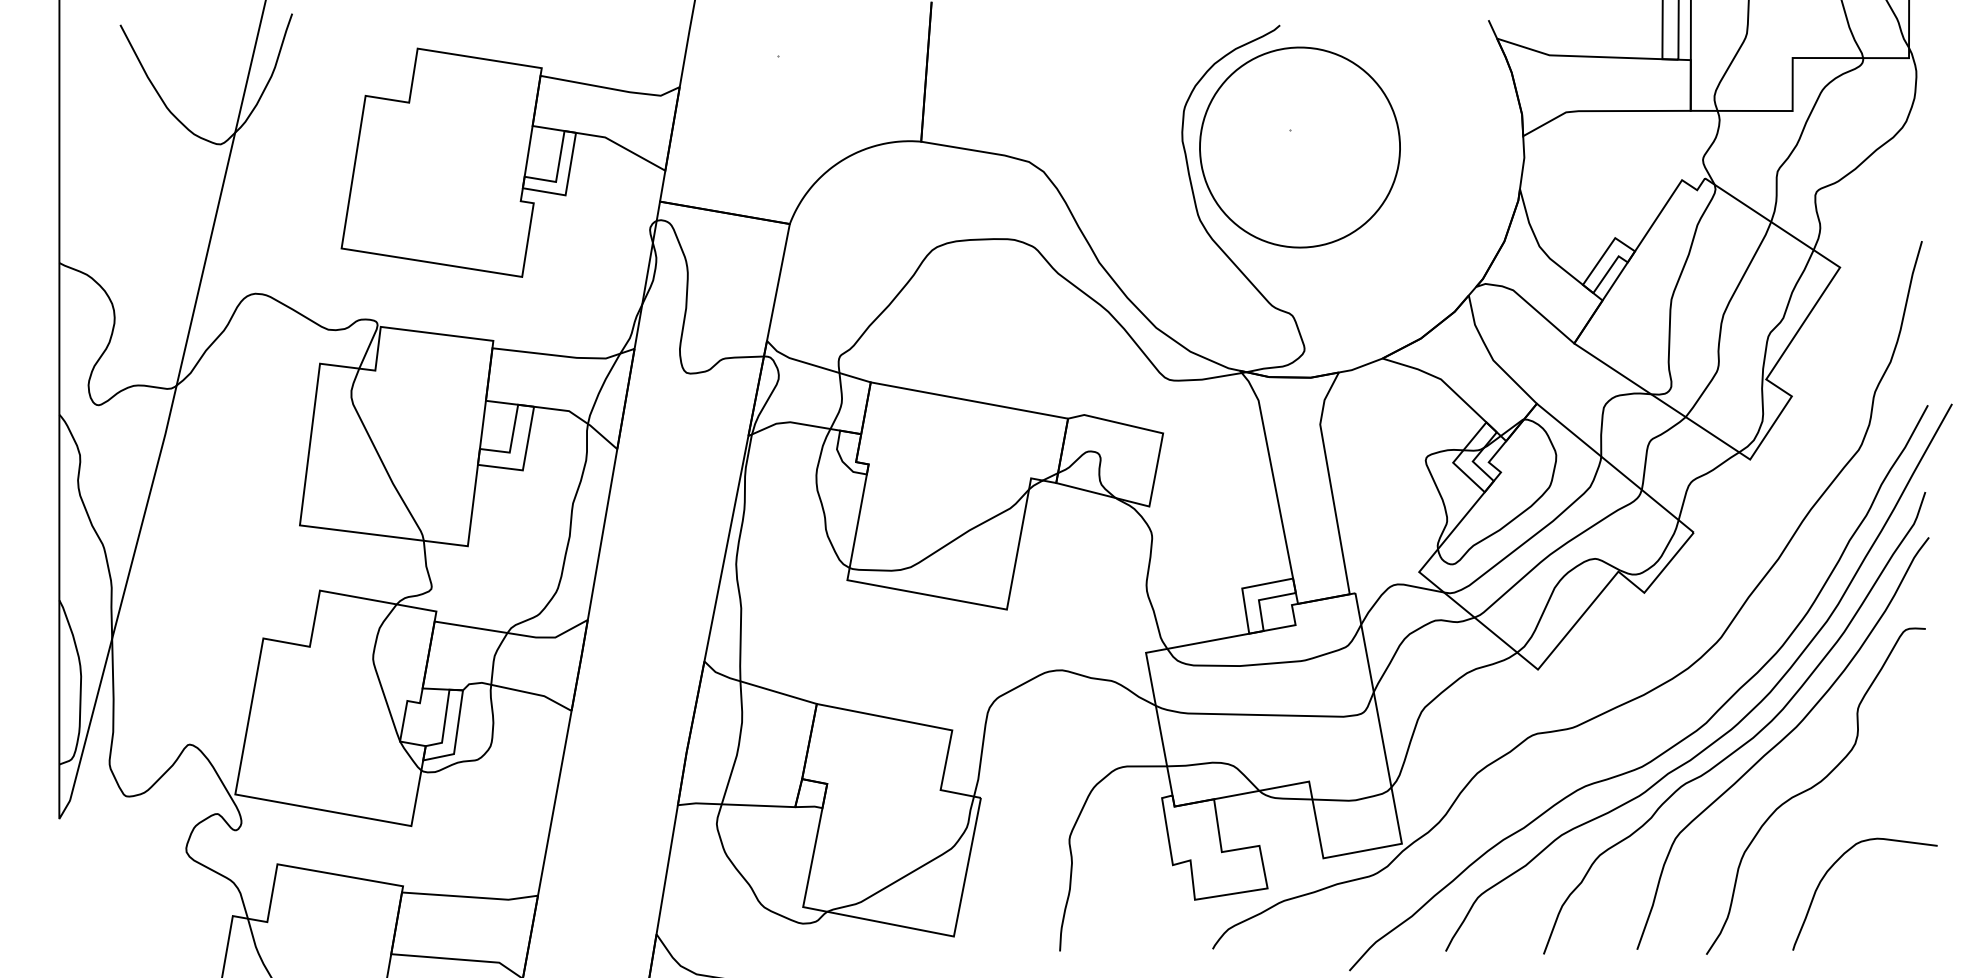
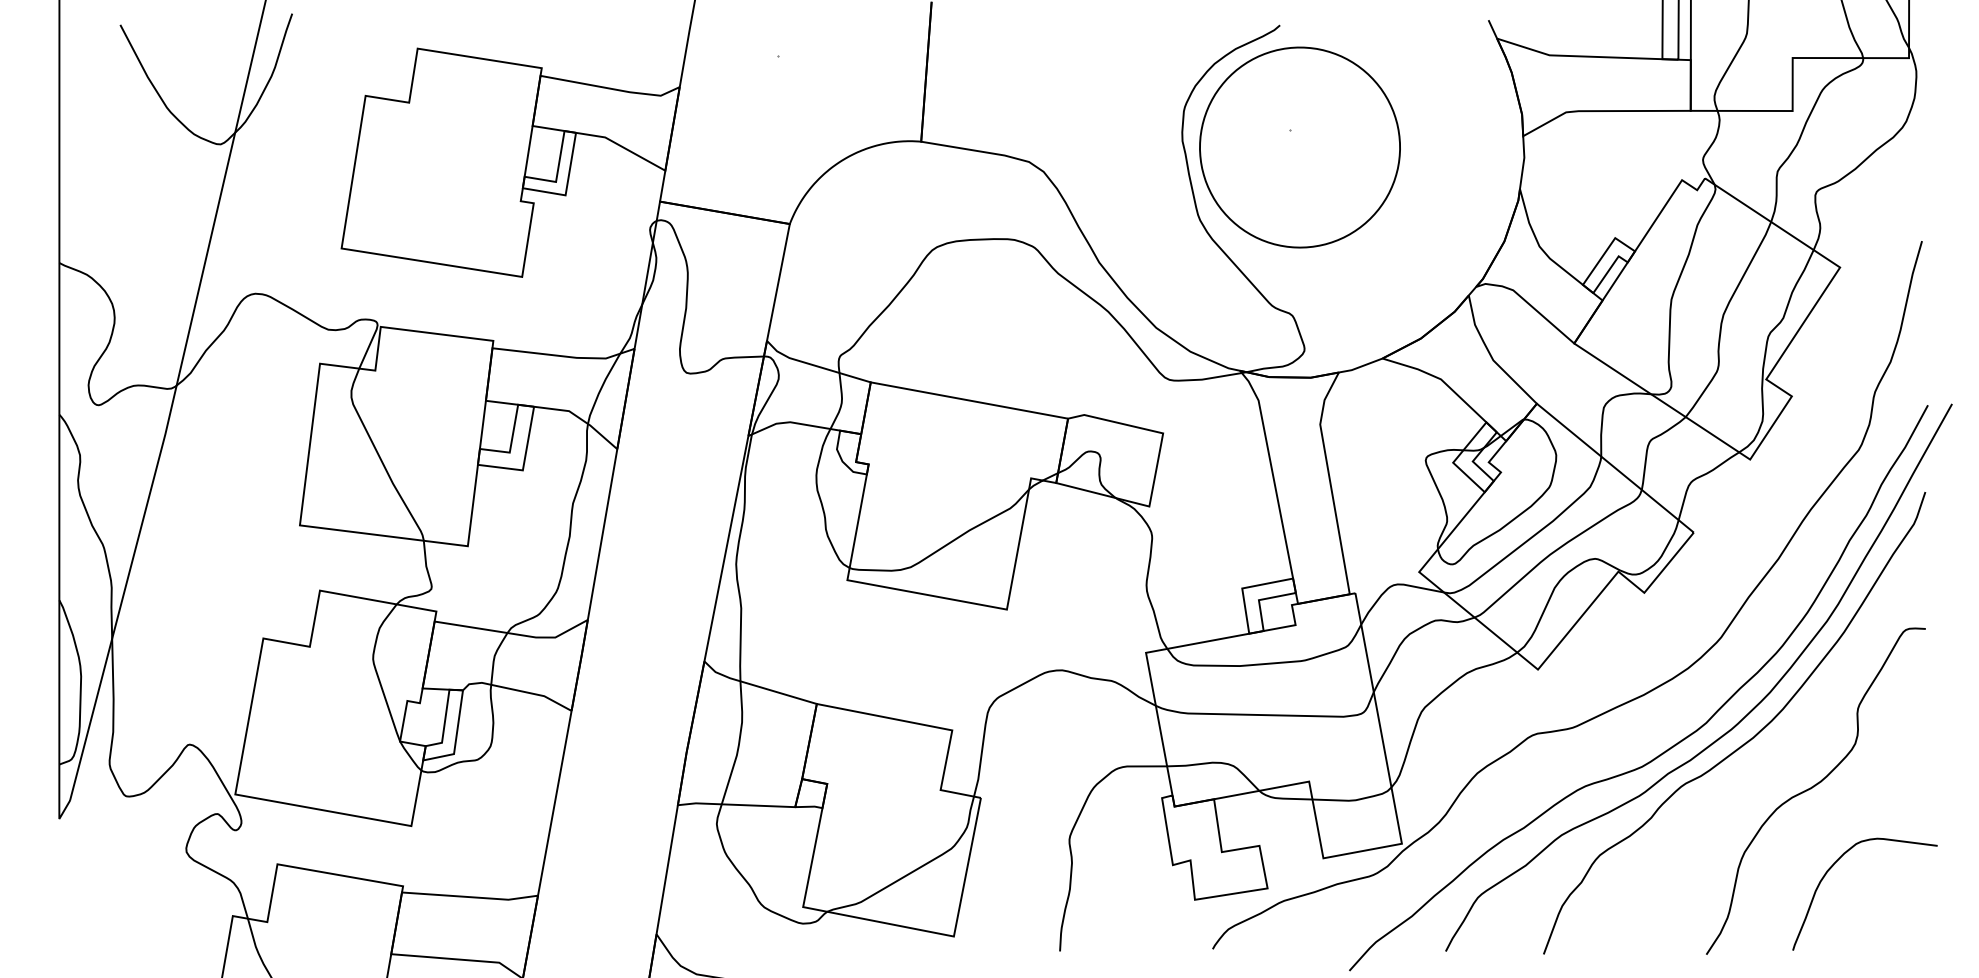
curve at (1781, 742): present -> none
